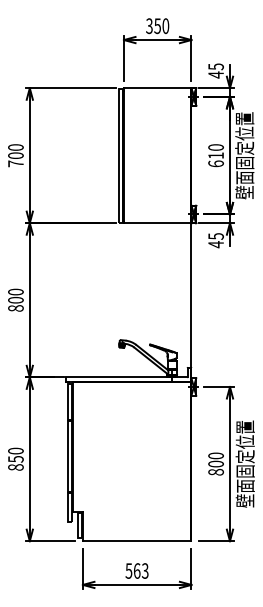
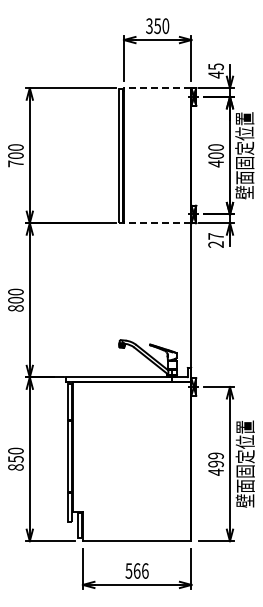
line at (157, 88): solid -> dashed
text at (215, 159): 610 -> 400
line at (157, 223): solid -> dashed
text at (215, 240): 45 -> 27
text at (215, 463): 800 -> 499
text at (144, 570): 563 -> 566
